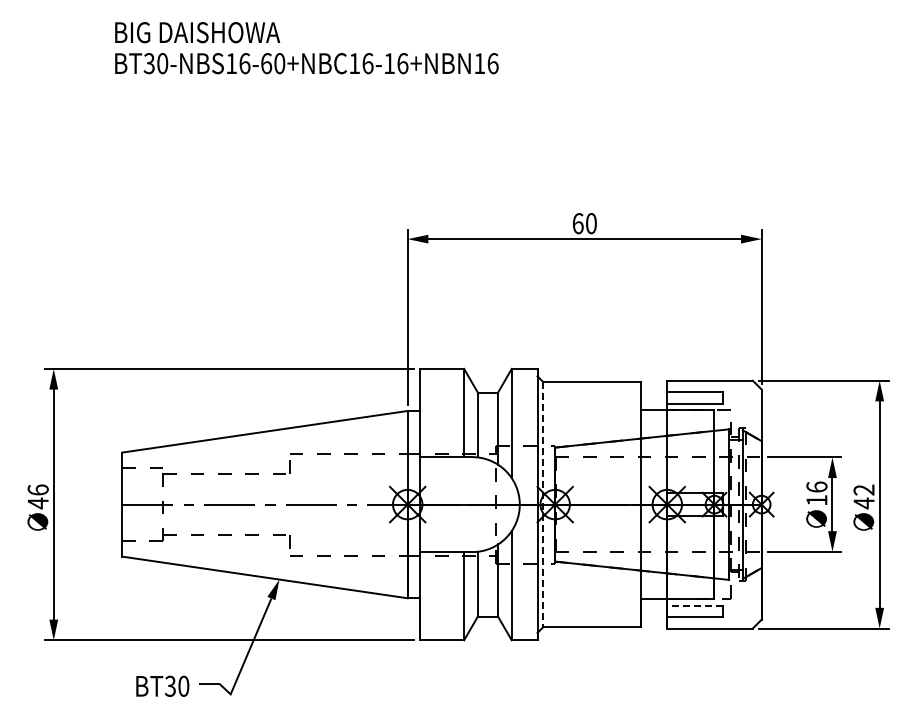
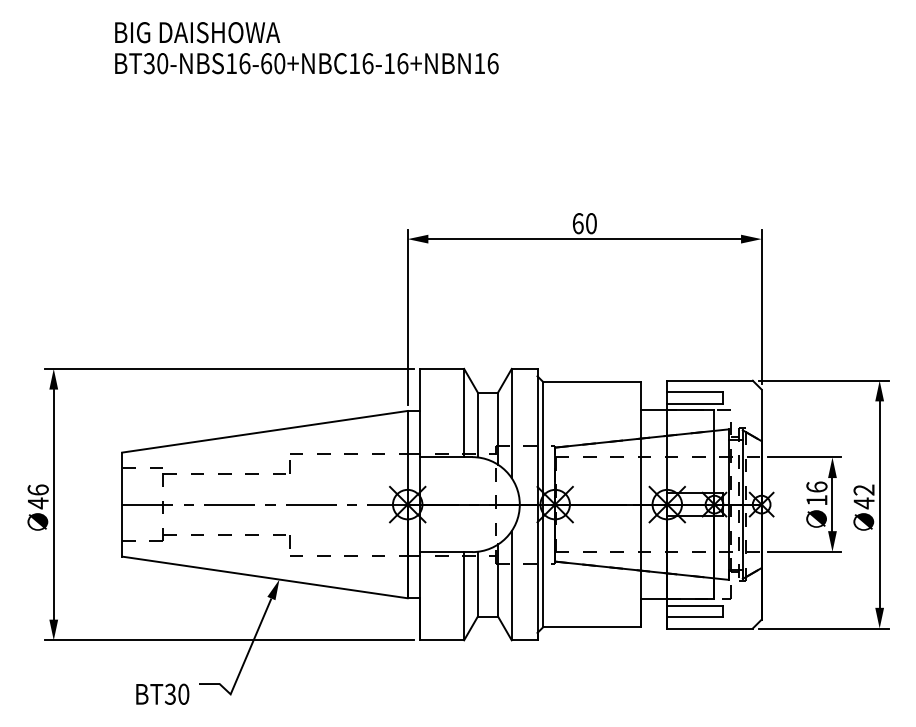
line at (543, 505): dashed -> solid
line at (694, 605): dashed -> solid
text at (162, 685) position: (162, 685) -> (162, 693)
